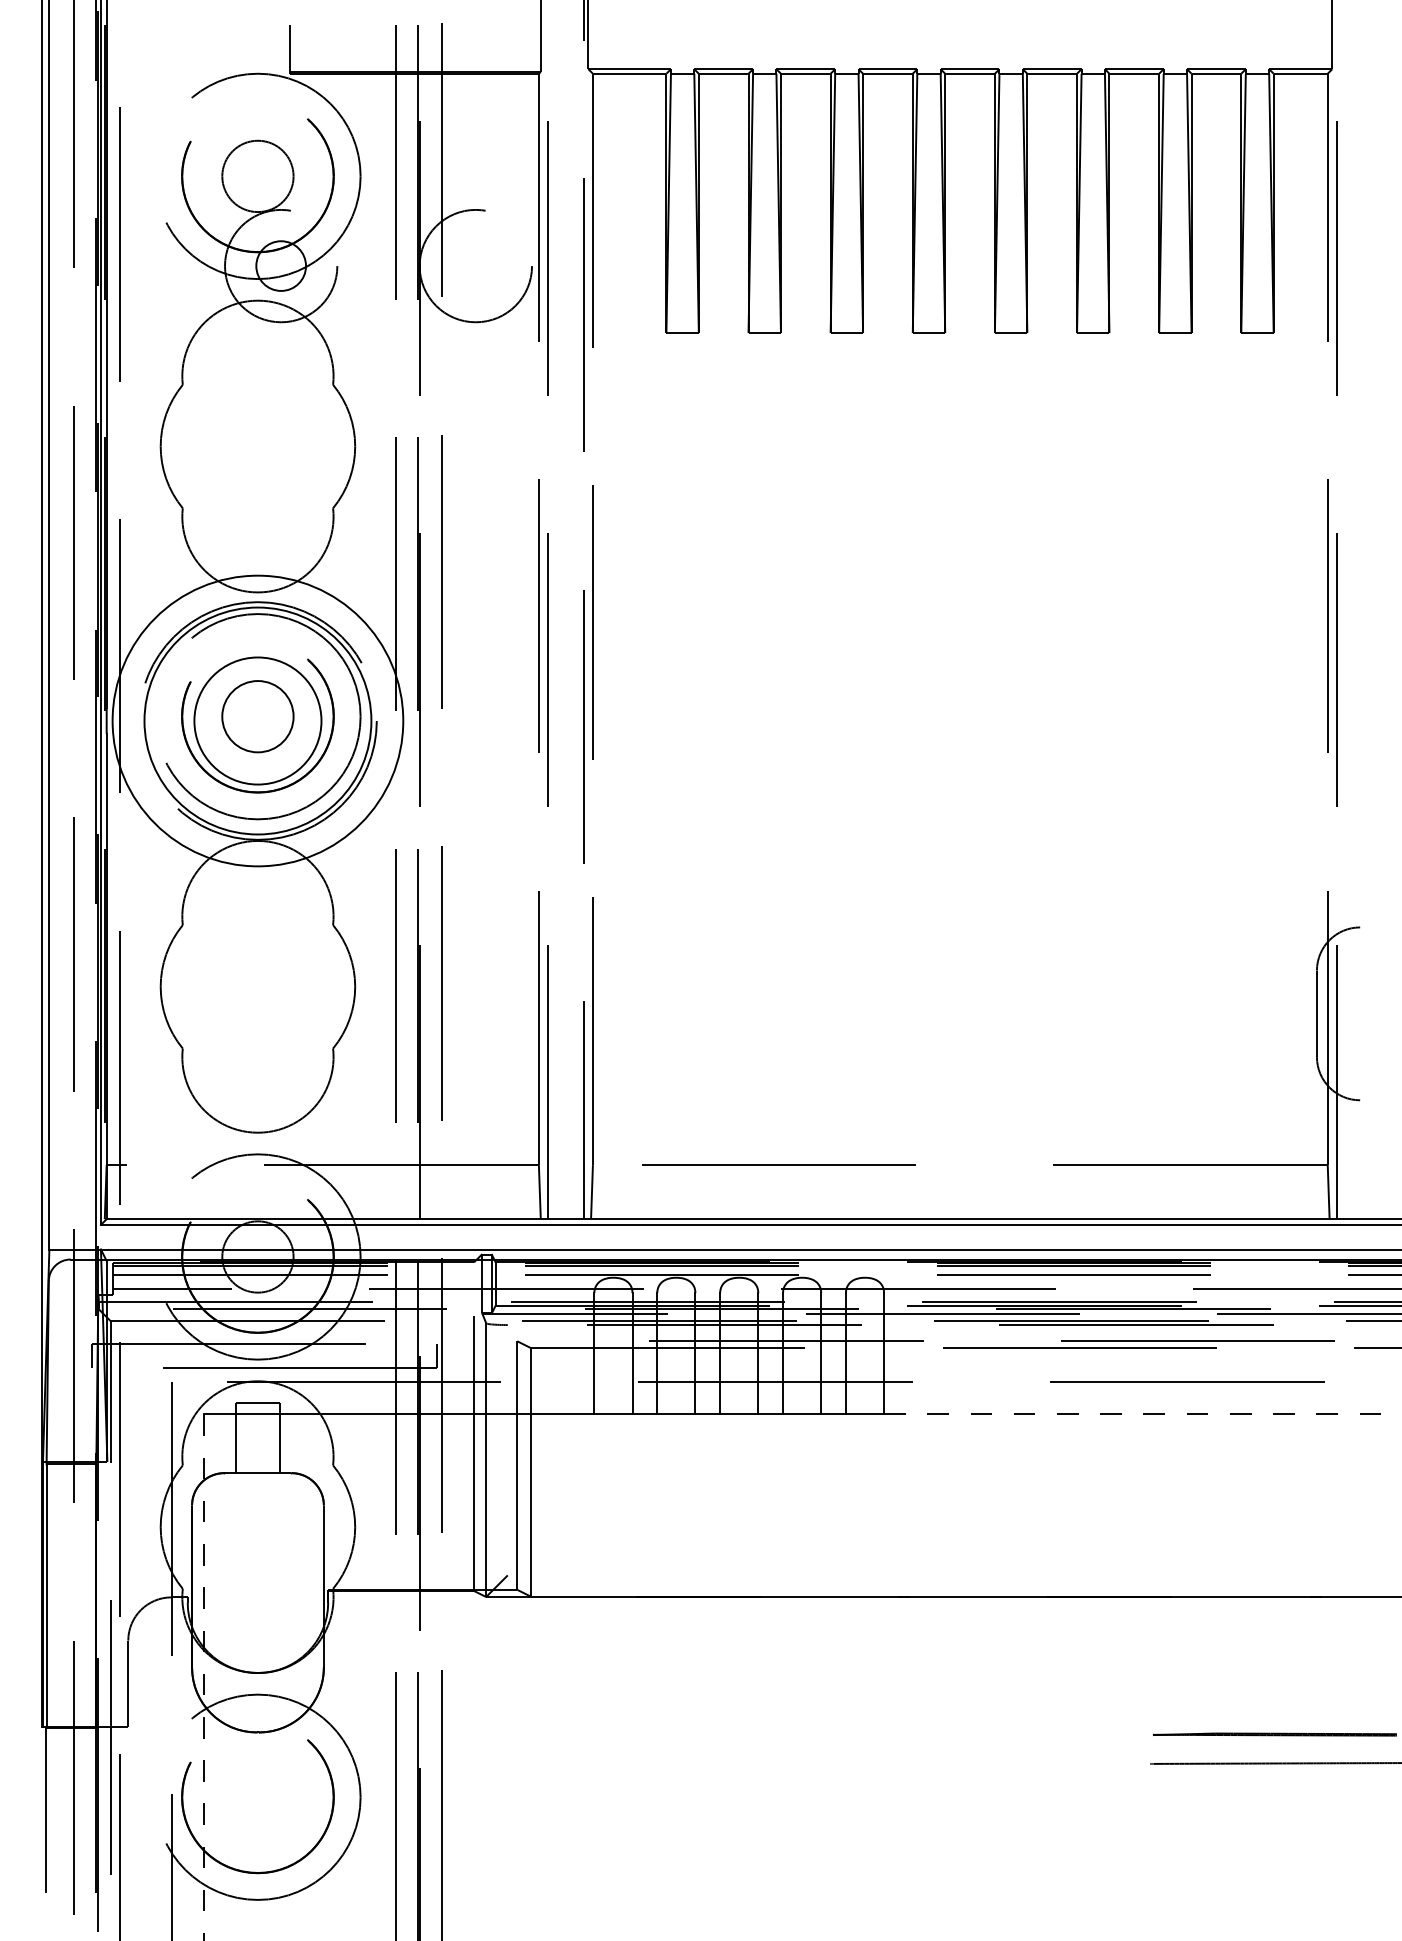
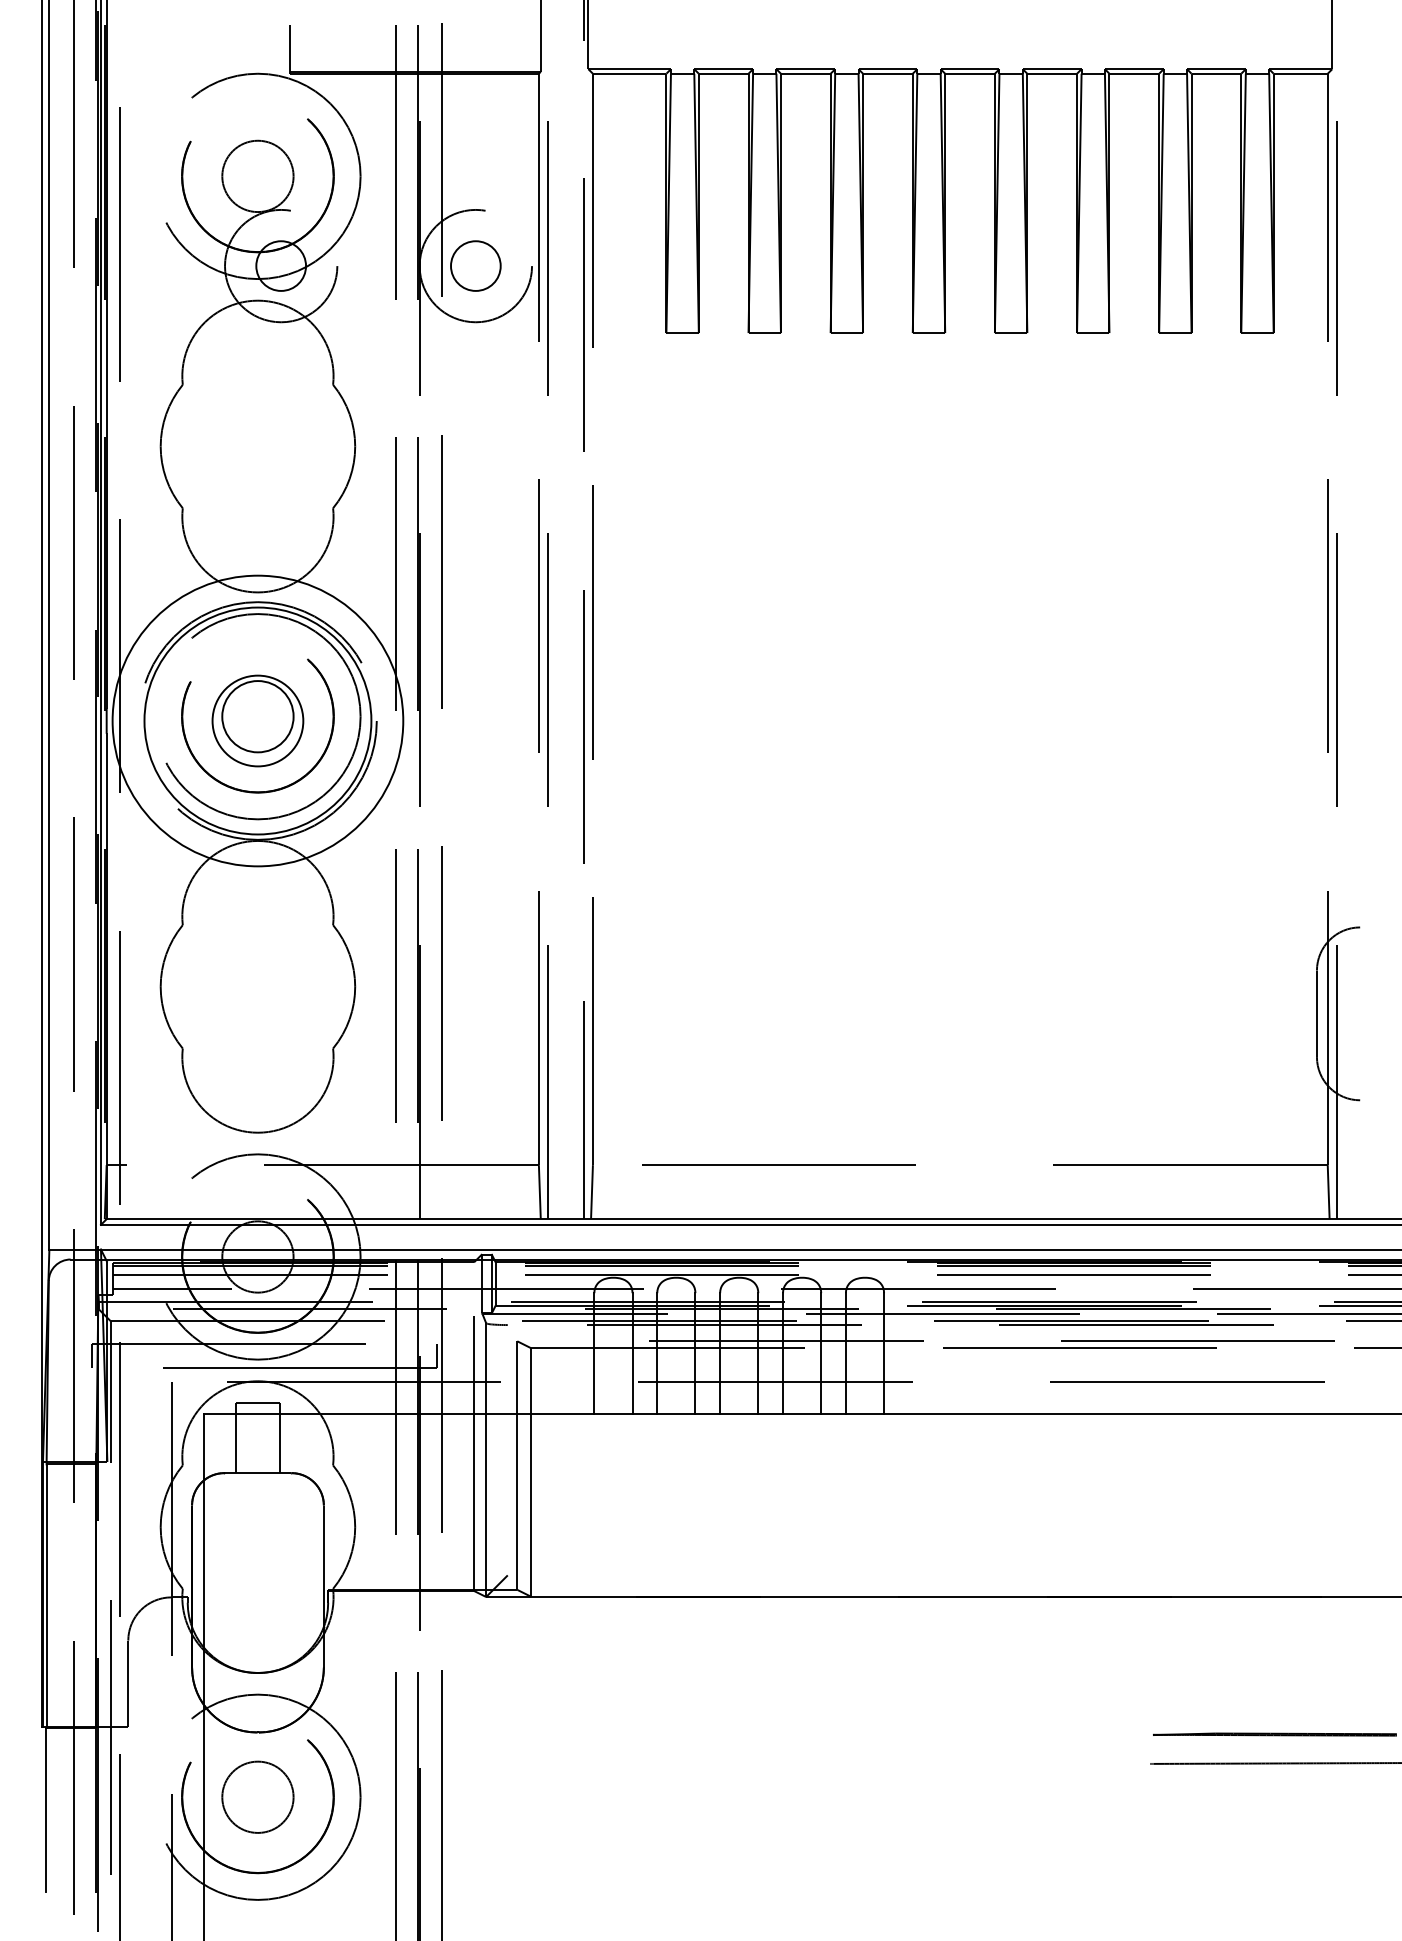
circle at (475, 265): none -> present
circle at (257, 720) diameter: 127 px -> 91 px
line at (1143, 1414): dashed -> solid
line at (203, 1677): dashed -> solid
circle at (257, 1796): none -> present
